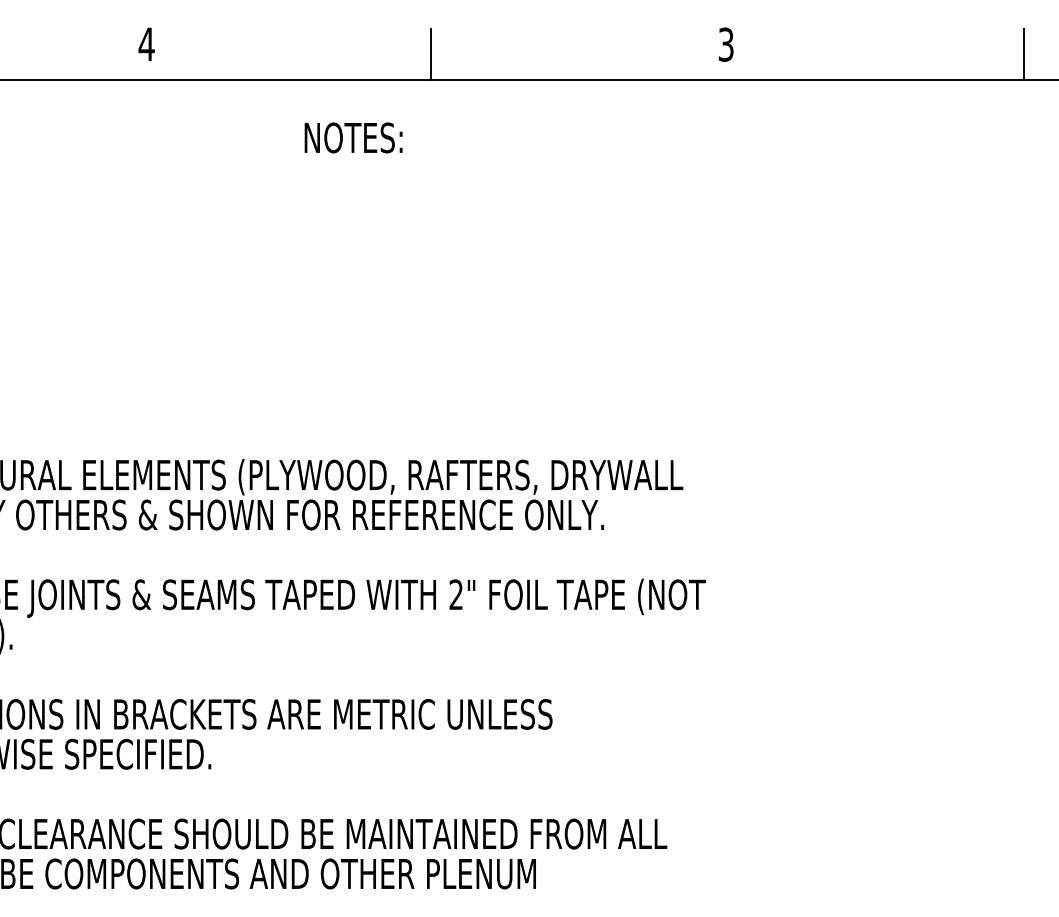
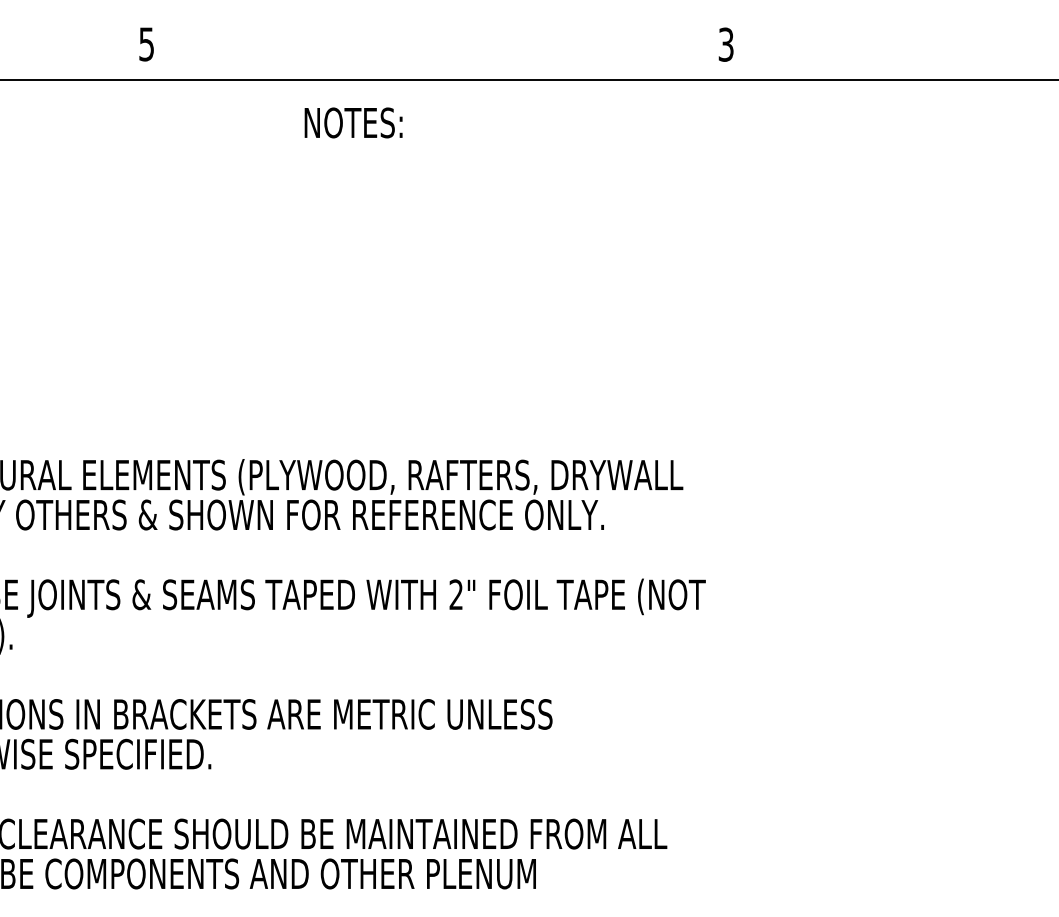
text at (146, 44): 4 -> 5
line at (431, 54): present -> none
line at (1023, 54): present -> none
text at (353, 137) position: (353, 137) -> (353, 122)
